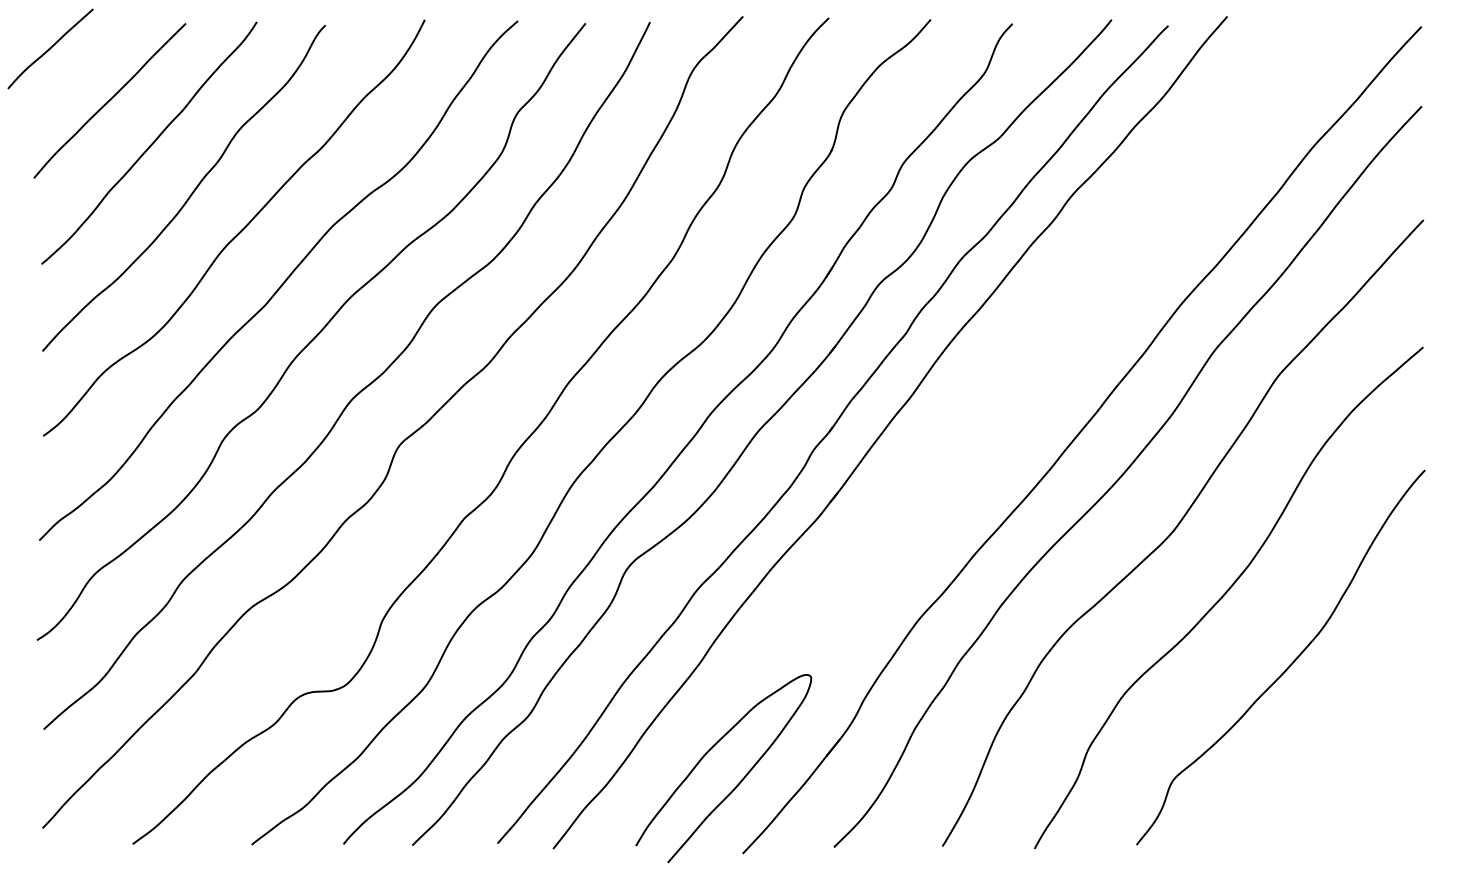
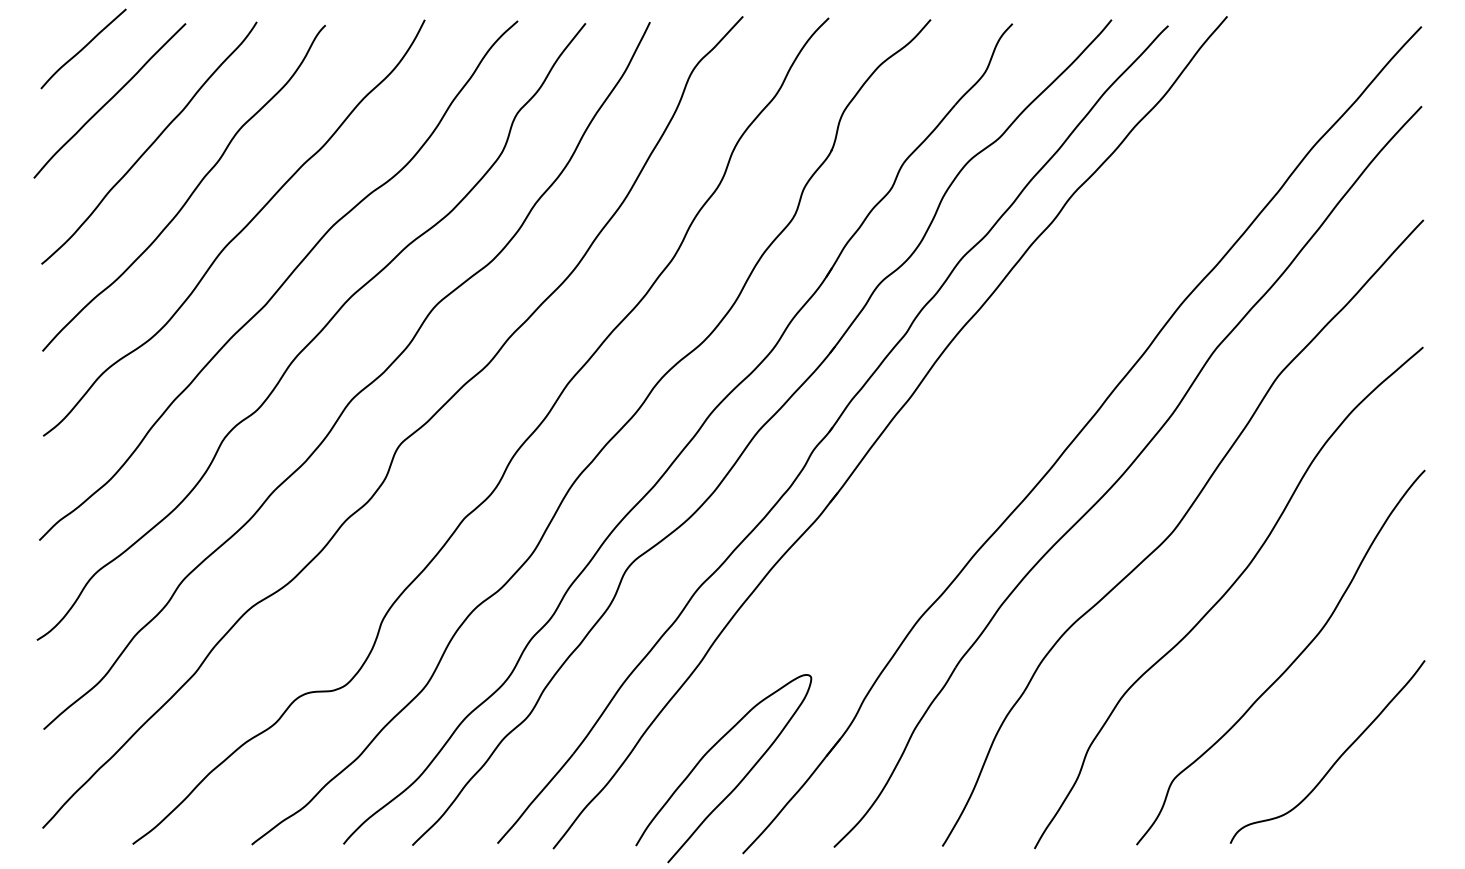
curve at (50, 48) position: (50, 48) -> (83, 48)
curve at (1336, 759): none -> present
